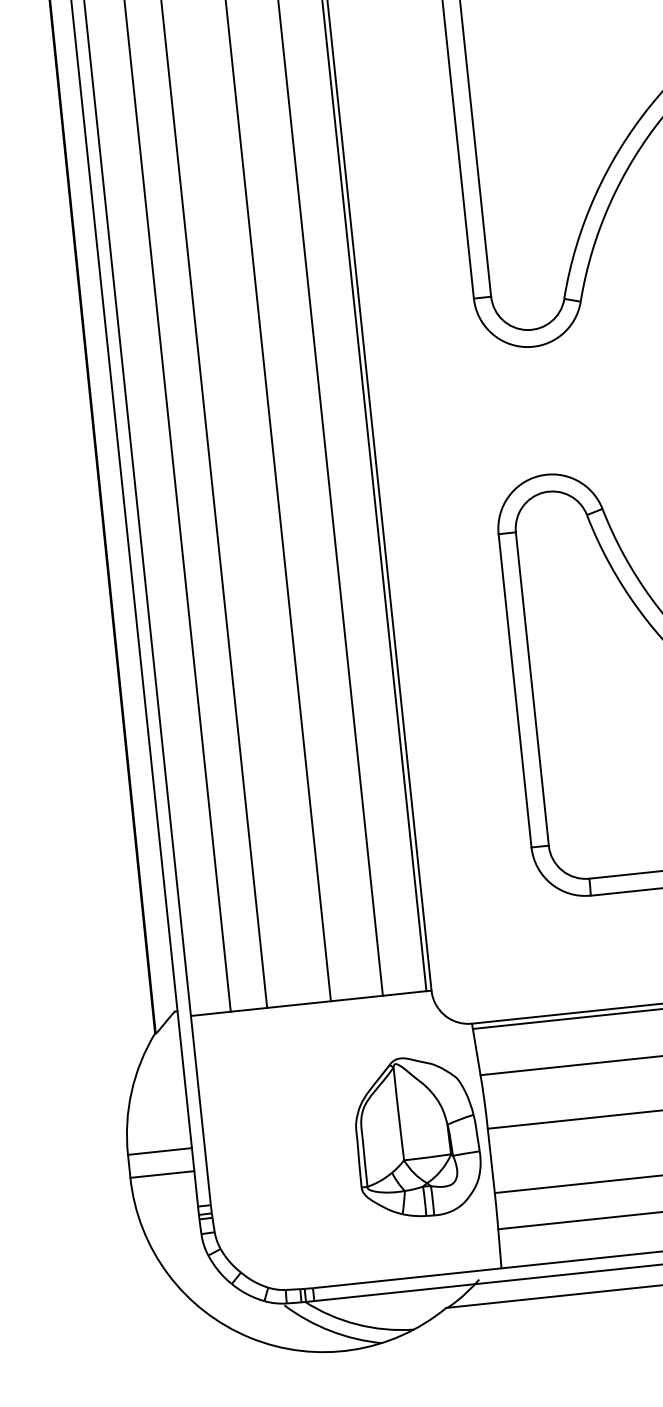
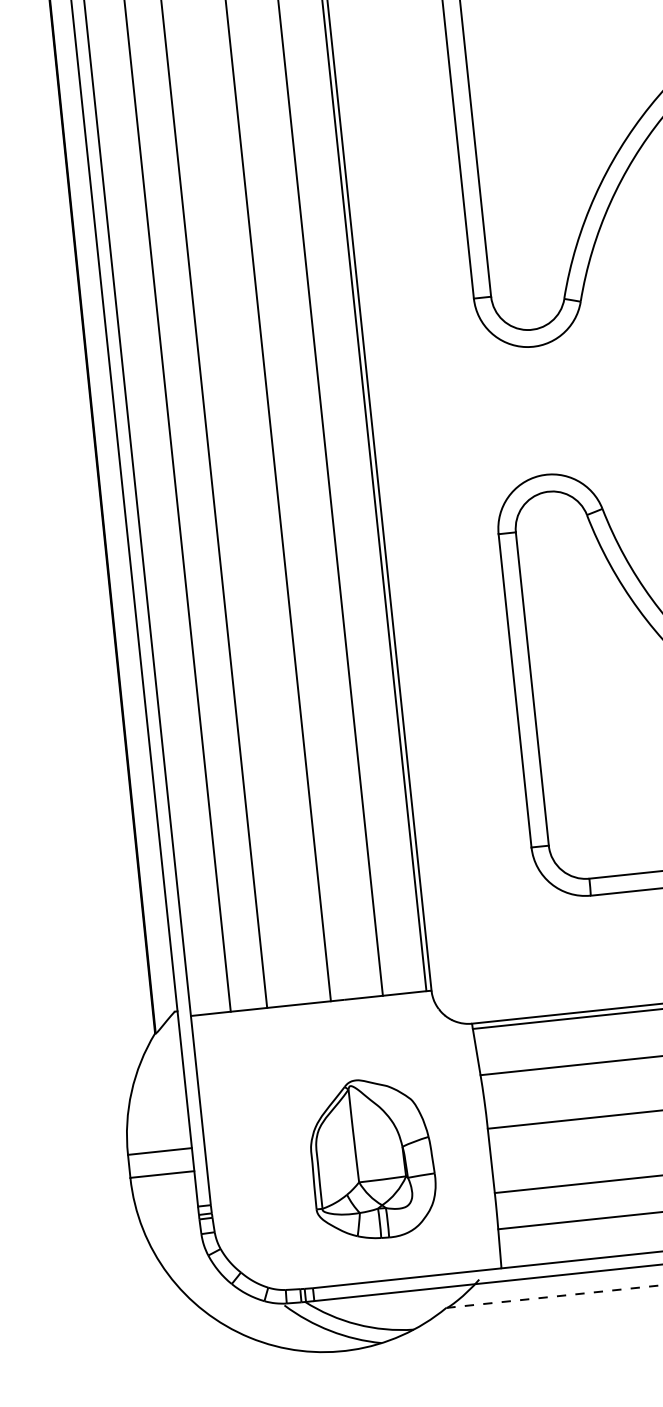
part at (418, 1137) position: (418, 1137) -> (373, 1159)
line at (554, 1296): solid -> dashed
